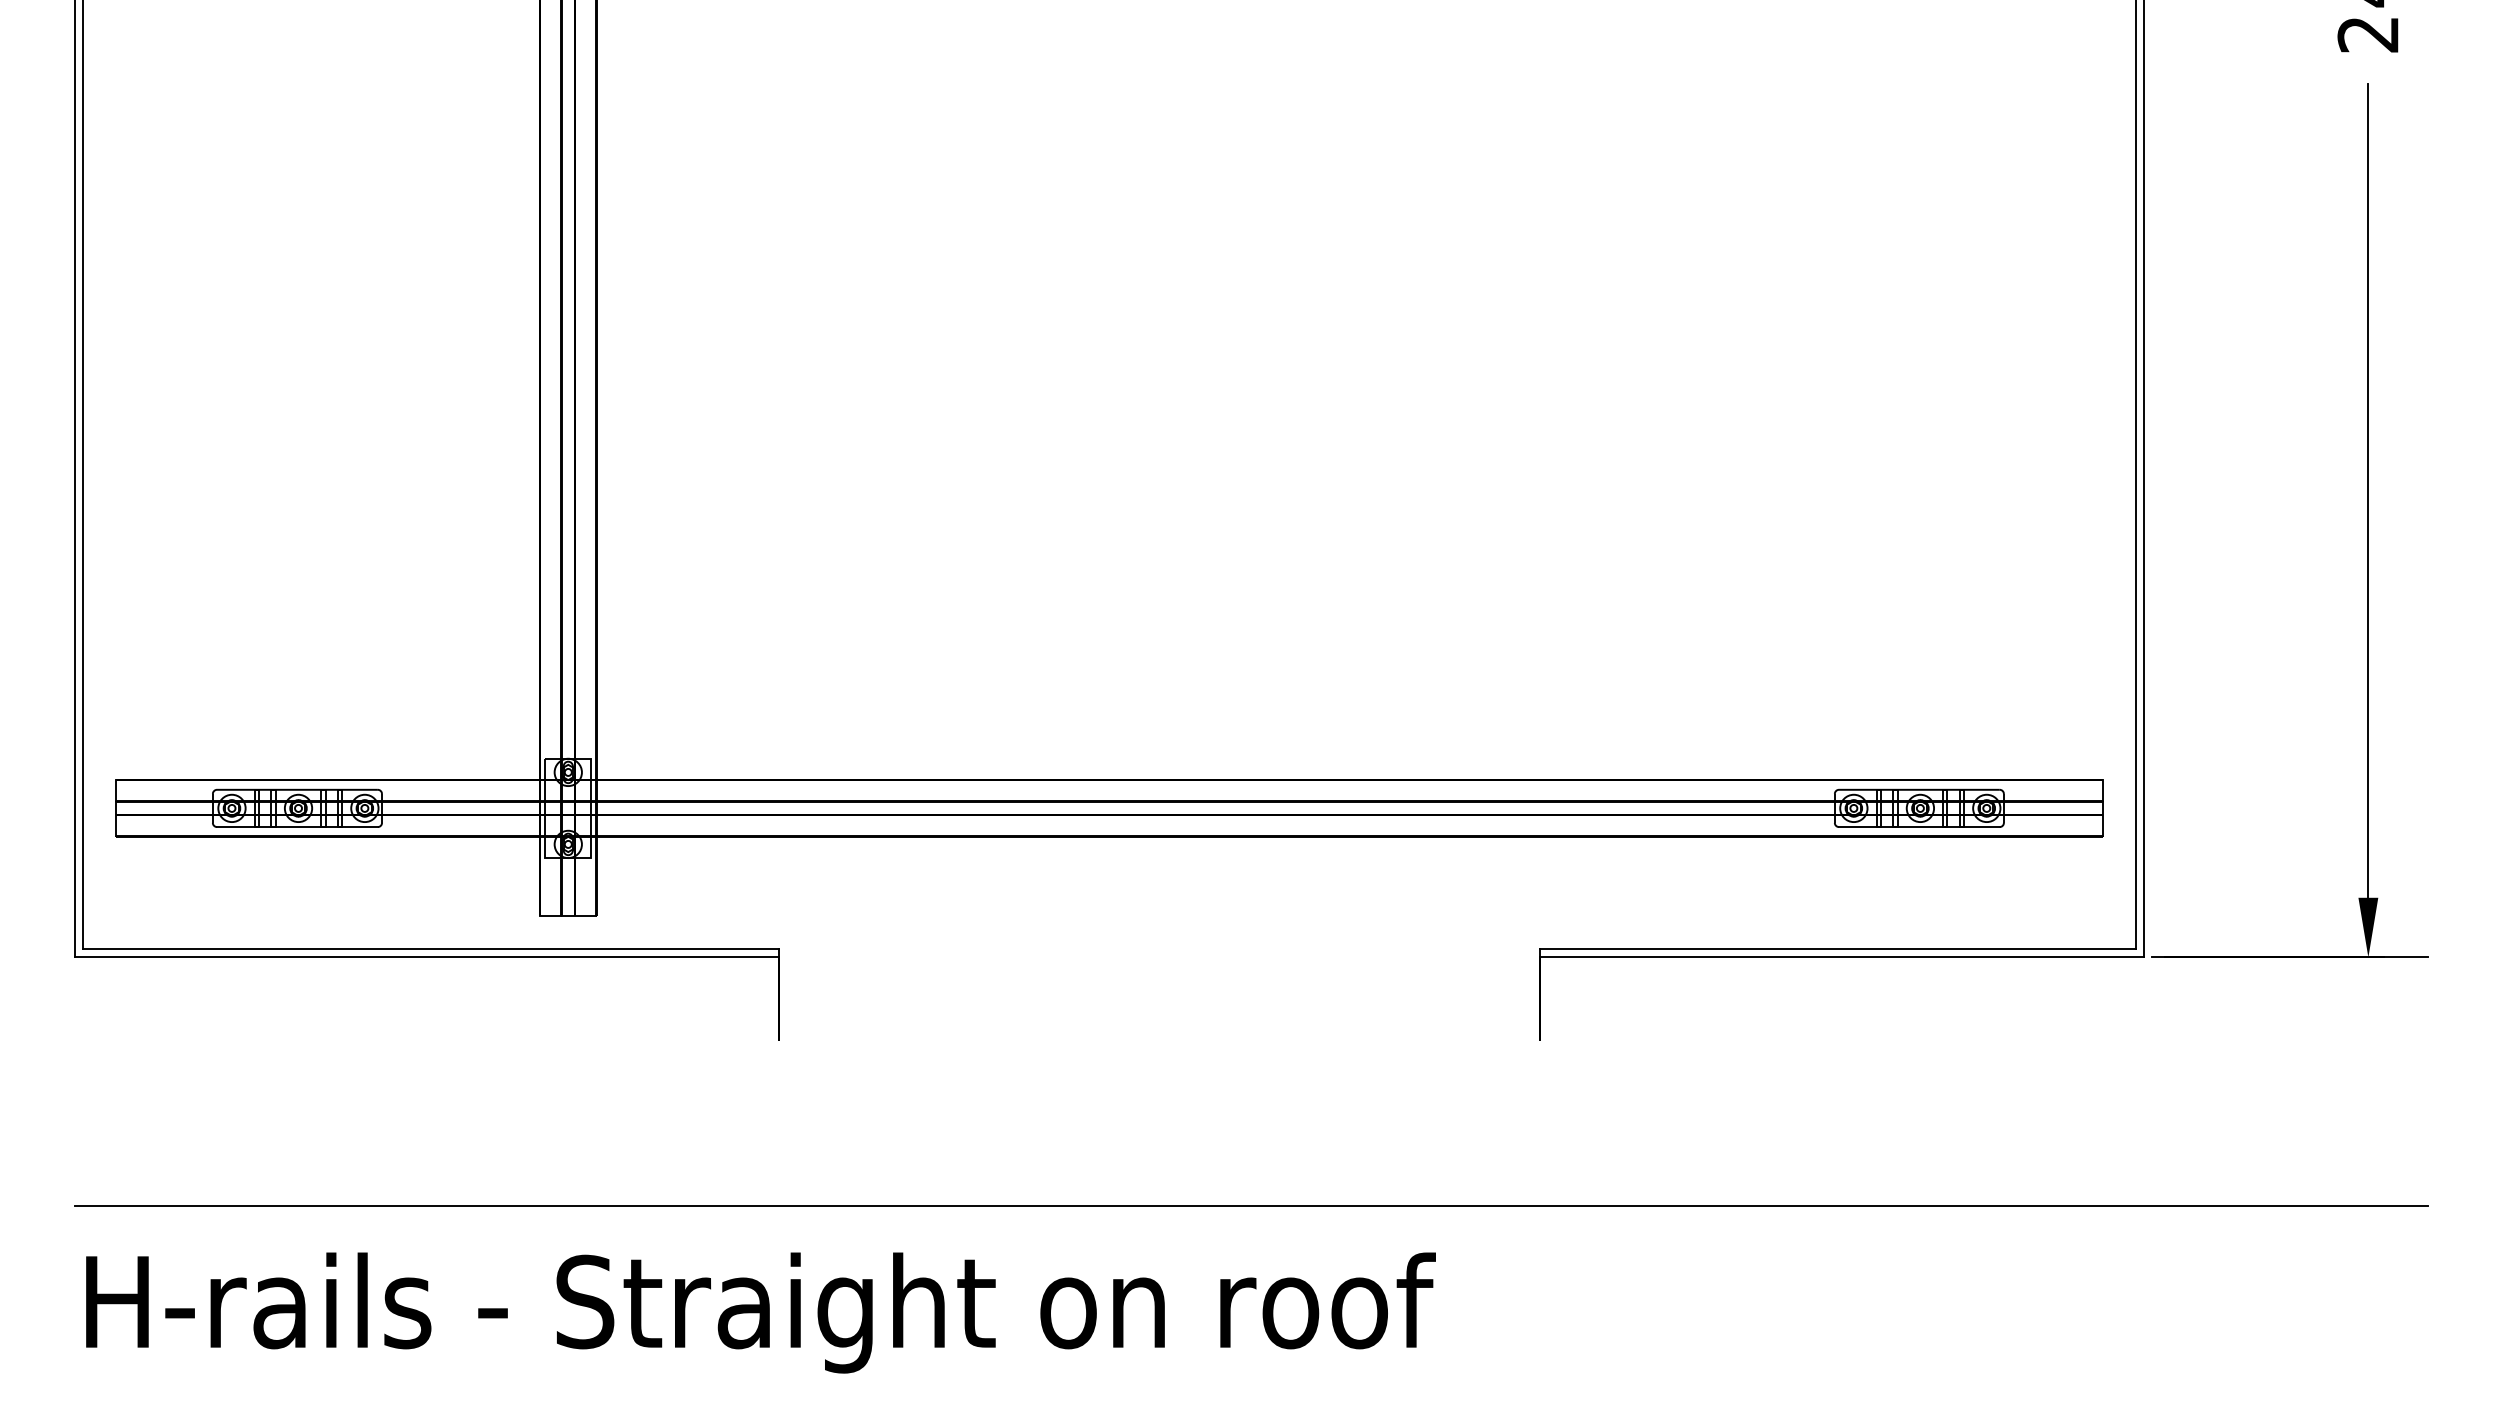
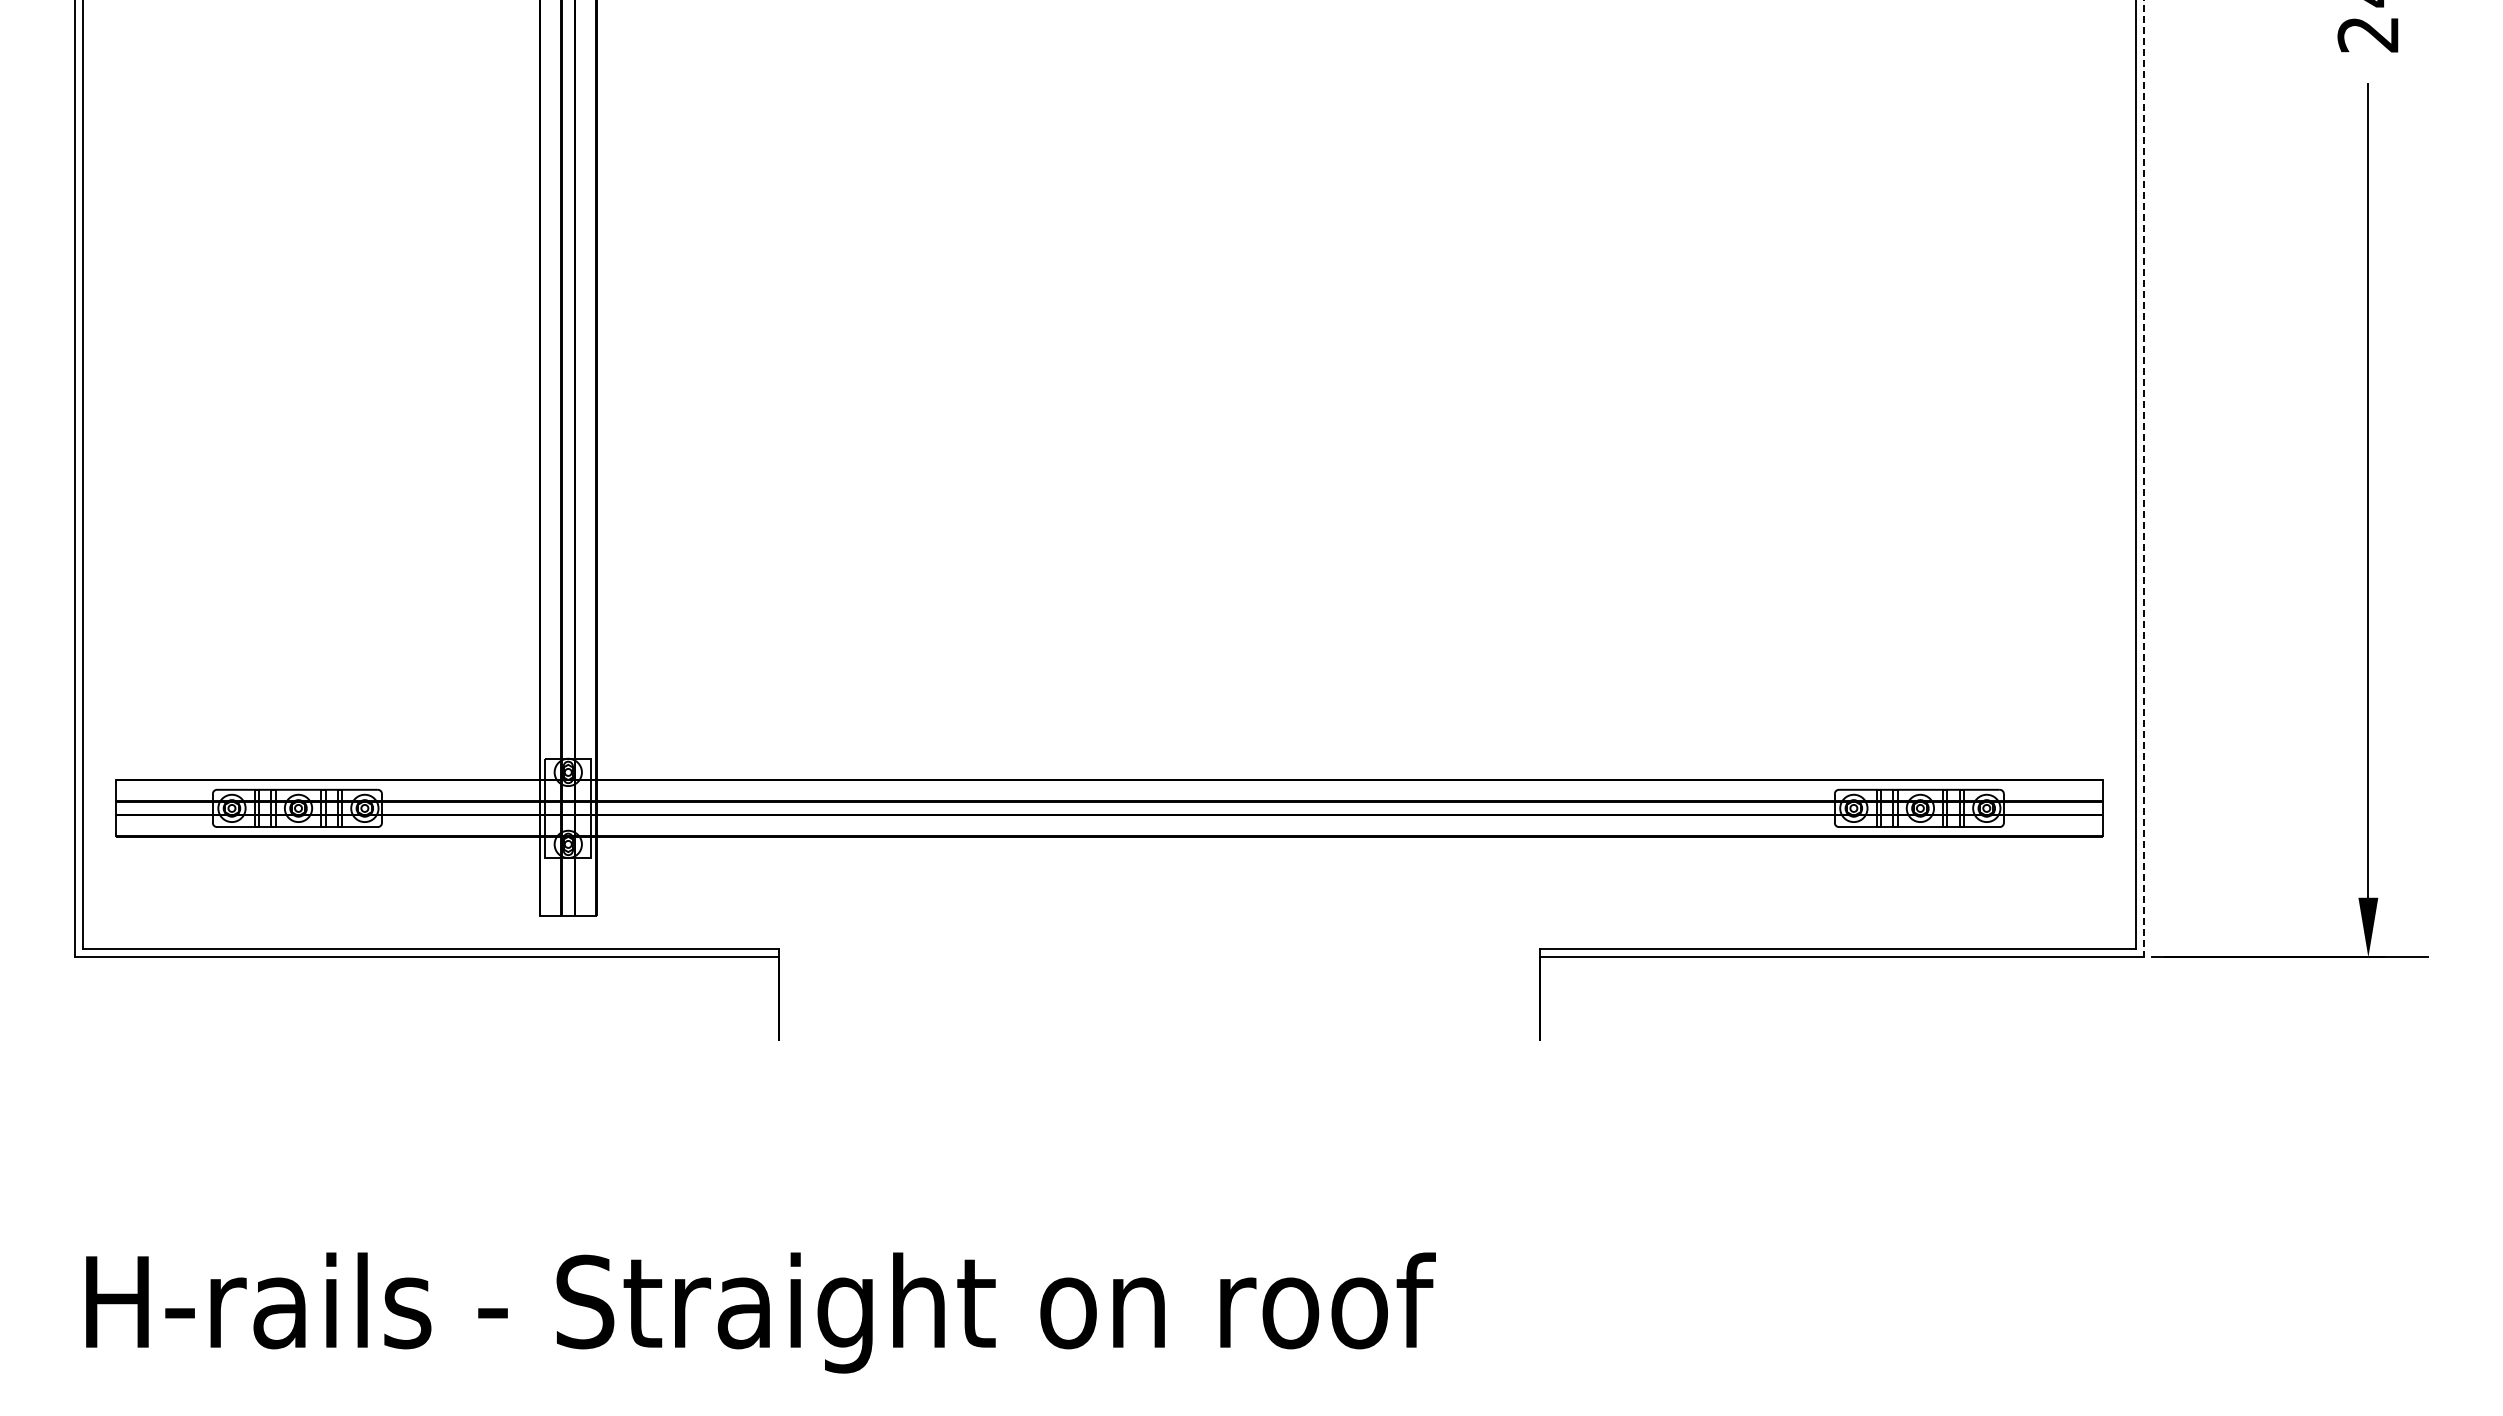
line at (2143, 479): solid -> dashed
line at (1251, 1205): present -> none
